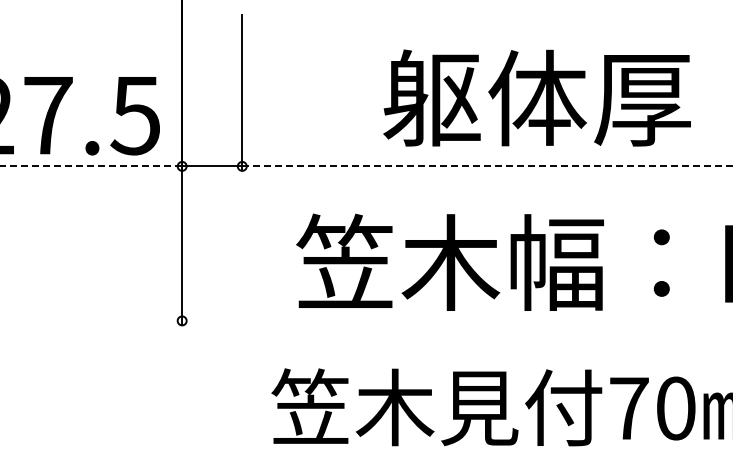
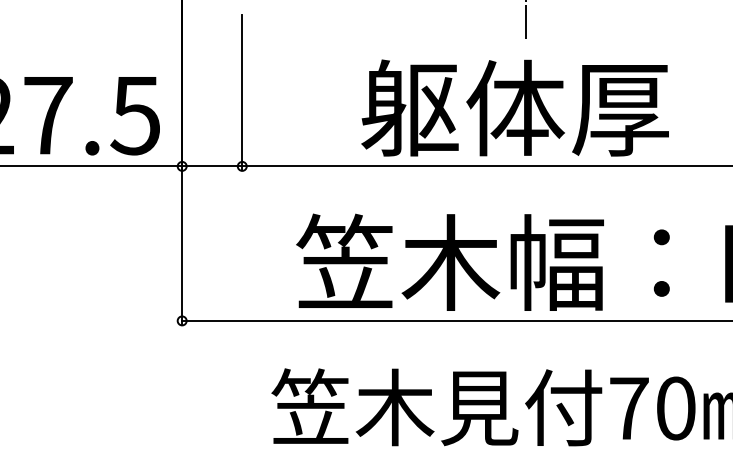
line at (525, 20): none -> present
text at (536, 97) position: (536, 97) -> (514, 107)
line at (91, 166): dashed -> solid
line at (488, 166): dashed -> solid
line at (455, 320): none -> present
